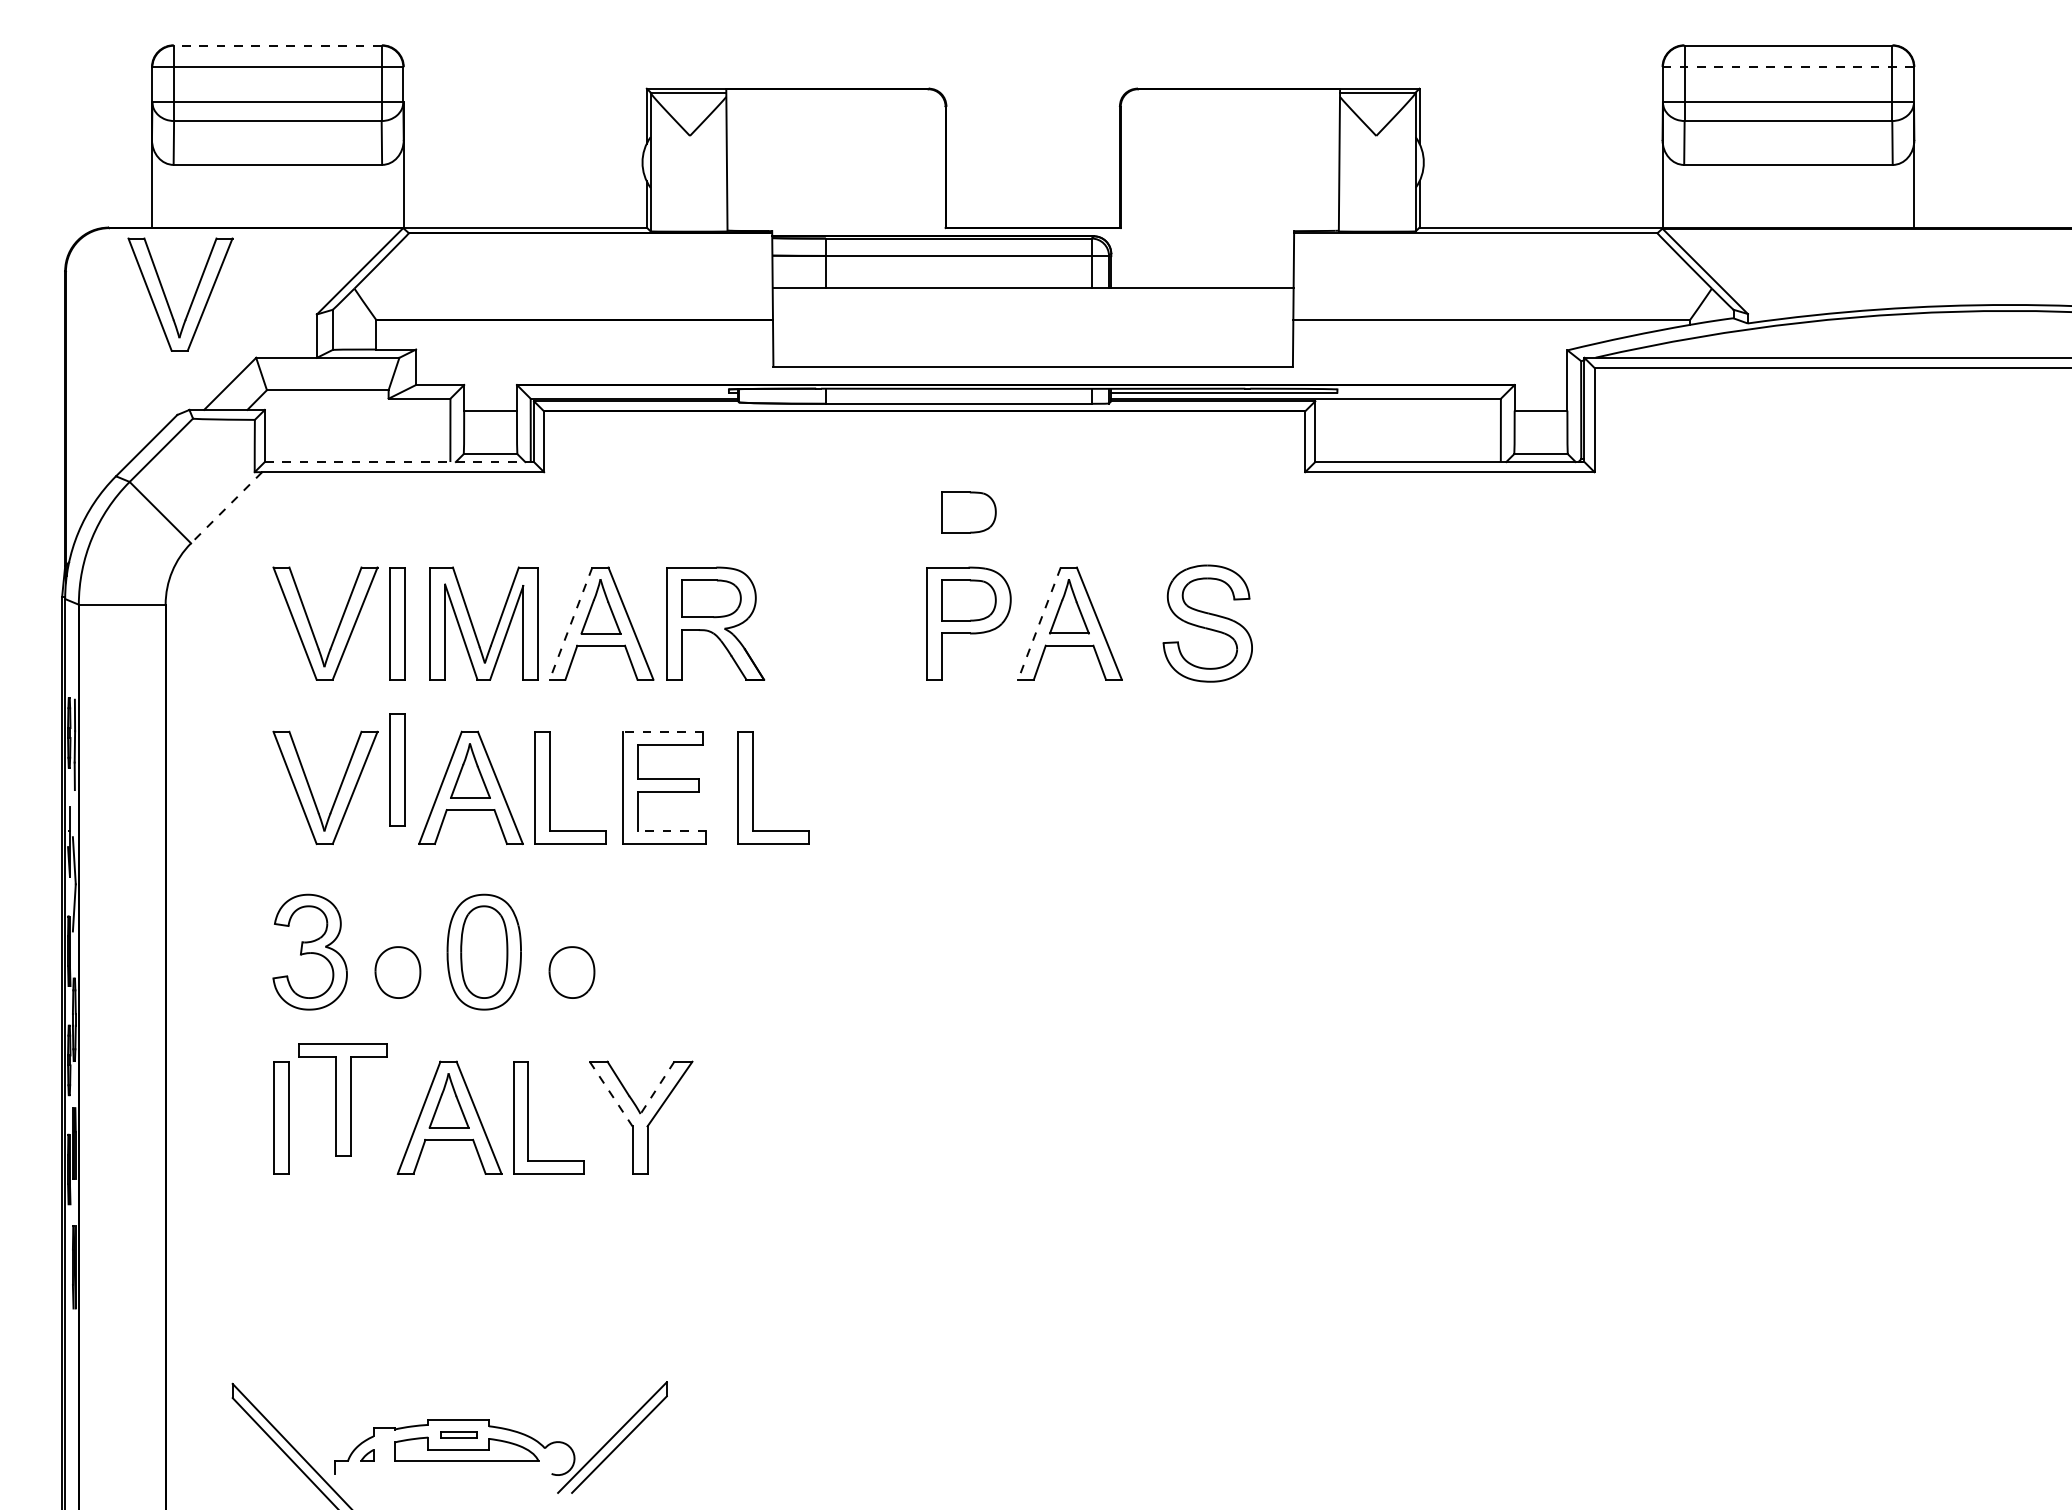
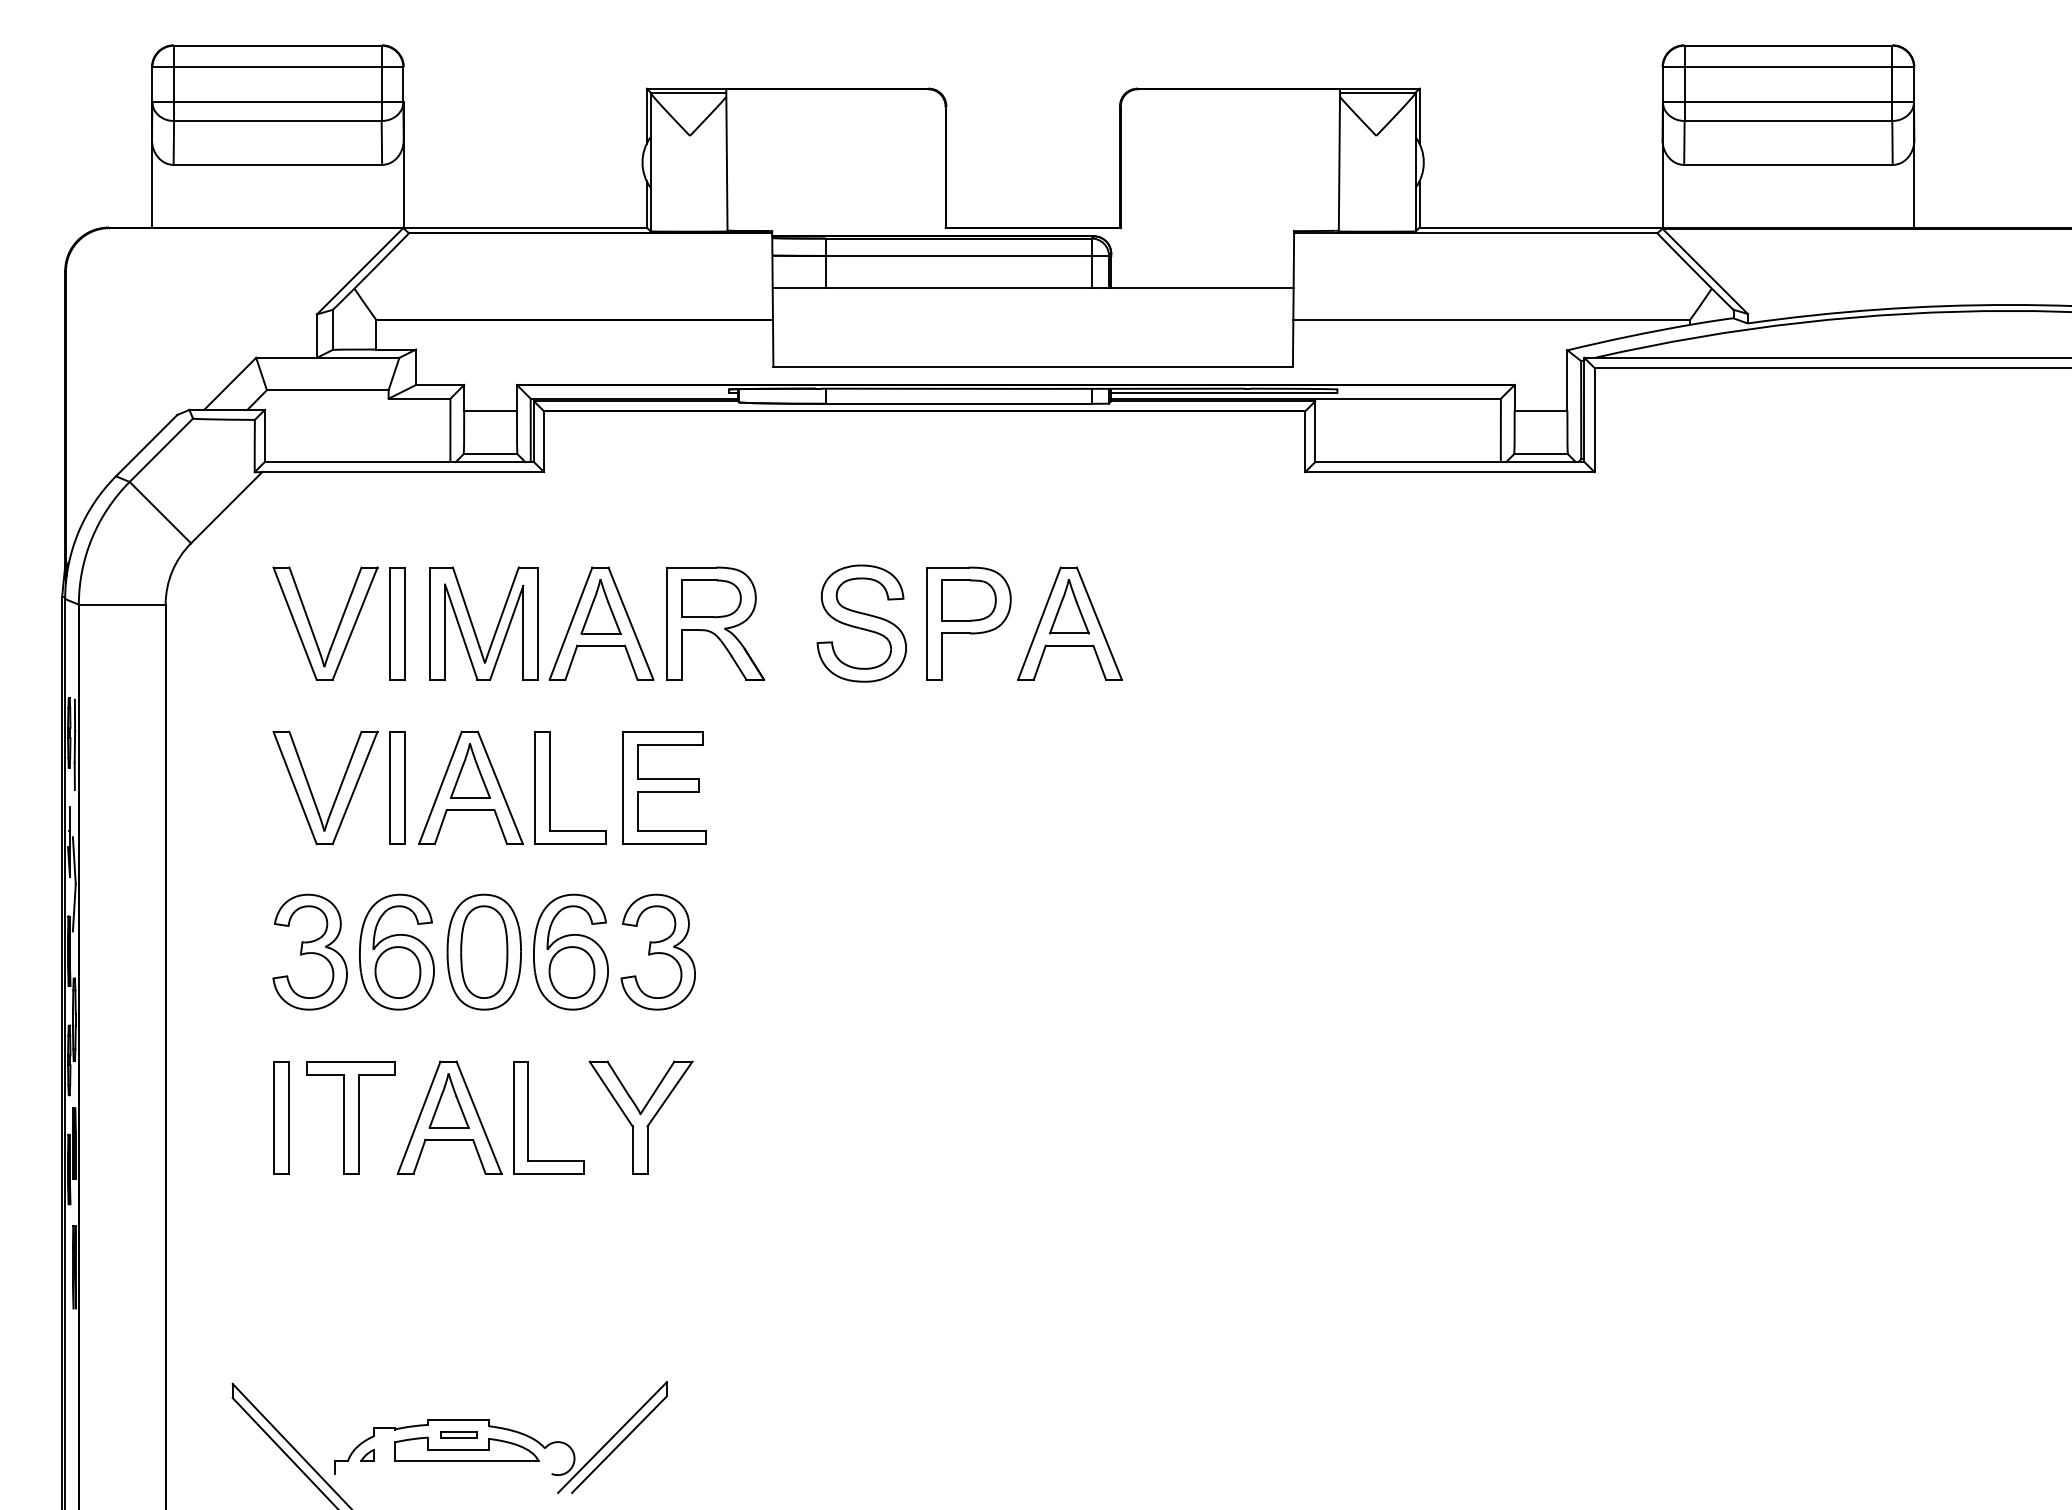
line at (277, 45): dashed -> solid
line at (1788, 67): dashed -> solid
part at (192, 298): present -> none
line at (399, 462): dashed -> solid
line at (226, 508): dashed -> solid
part at (968, 512): present -> none
line at (1039, 623): dashed -> solid
part at (1207, 623) position: (1207, 623) -> (861, 623)
line at (570, 624): dashed -> solid
line at (662, 731): dashed -> solid
part at (397, 769) position: (397, 769) -> (397, 787)
part at (753, 787): present -> none
line at (672, 831): dashed -> solid
part at (396, 951): none -> present
part at (570, 951): none -> present
part at (657, 951): none -> present
line at (657, 1088): dashed -> solid
line at (611, 1094): dashed -> solid
part at (342, 1099) position: (342, 1099) -> (350, 1117)
